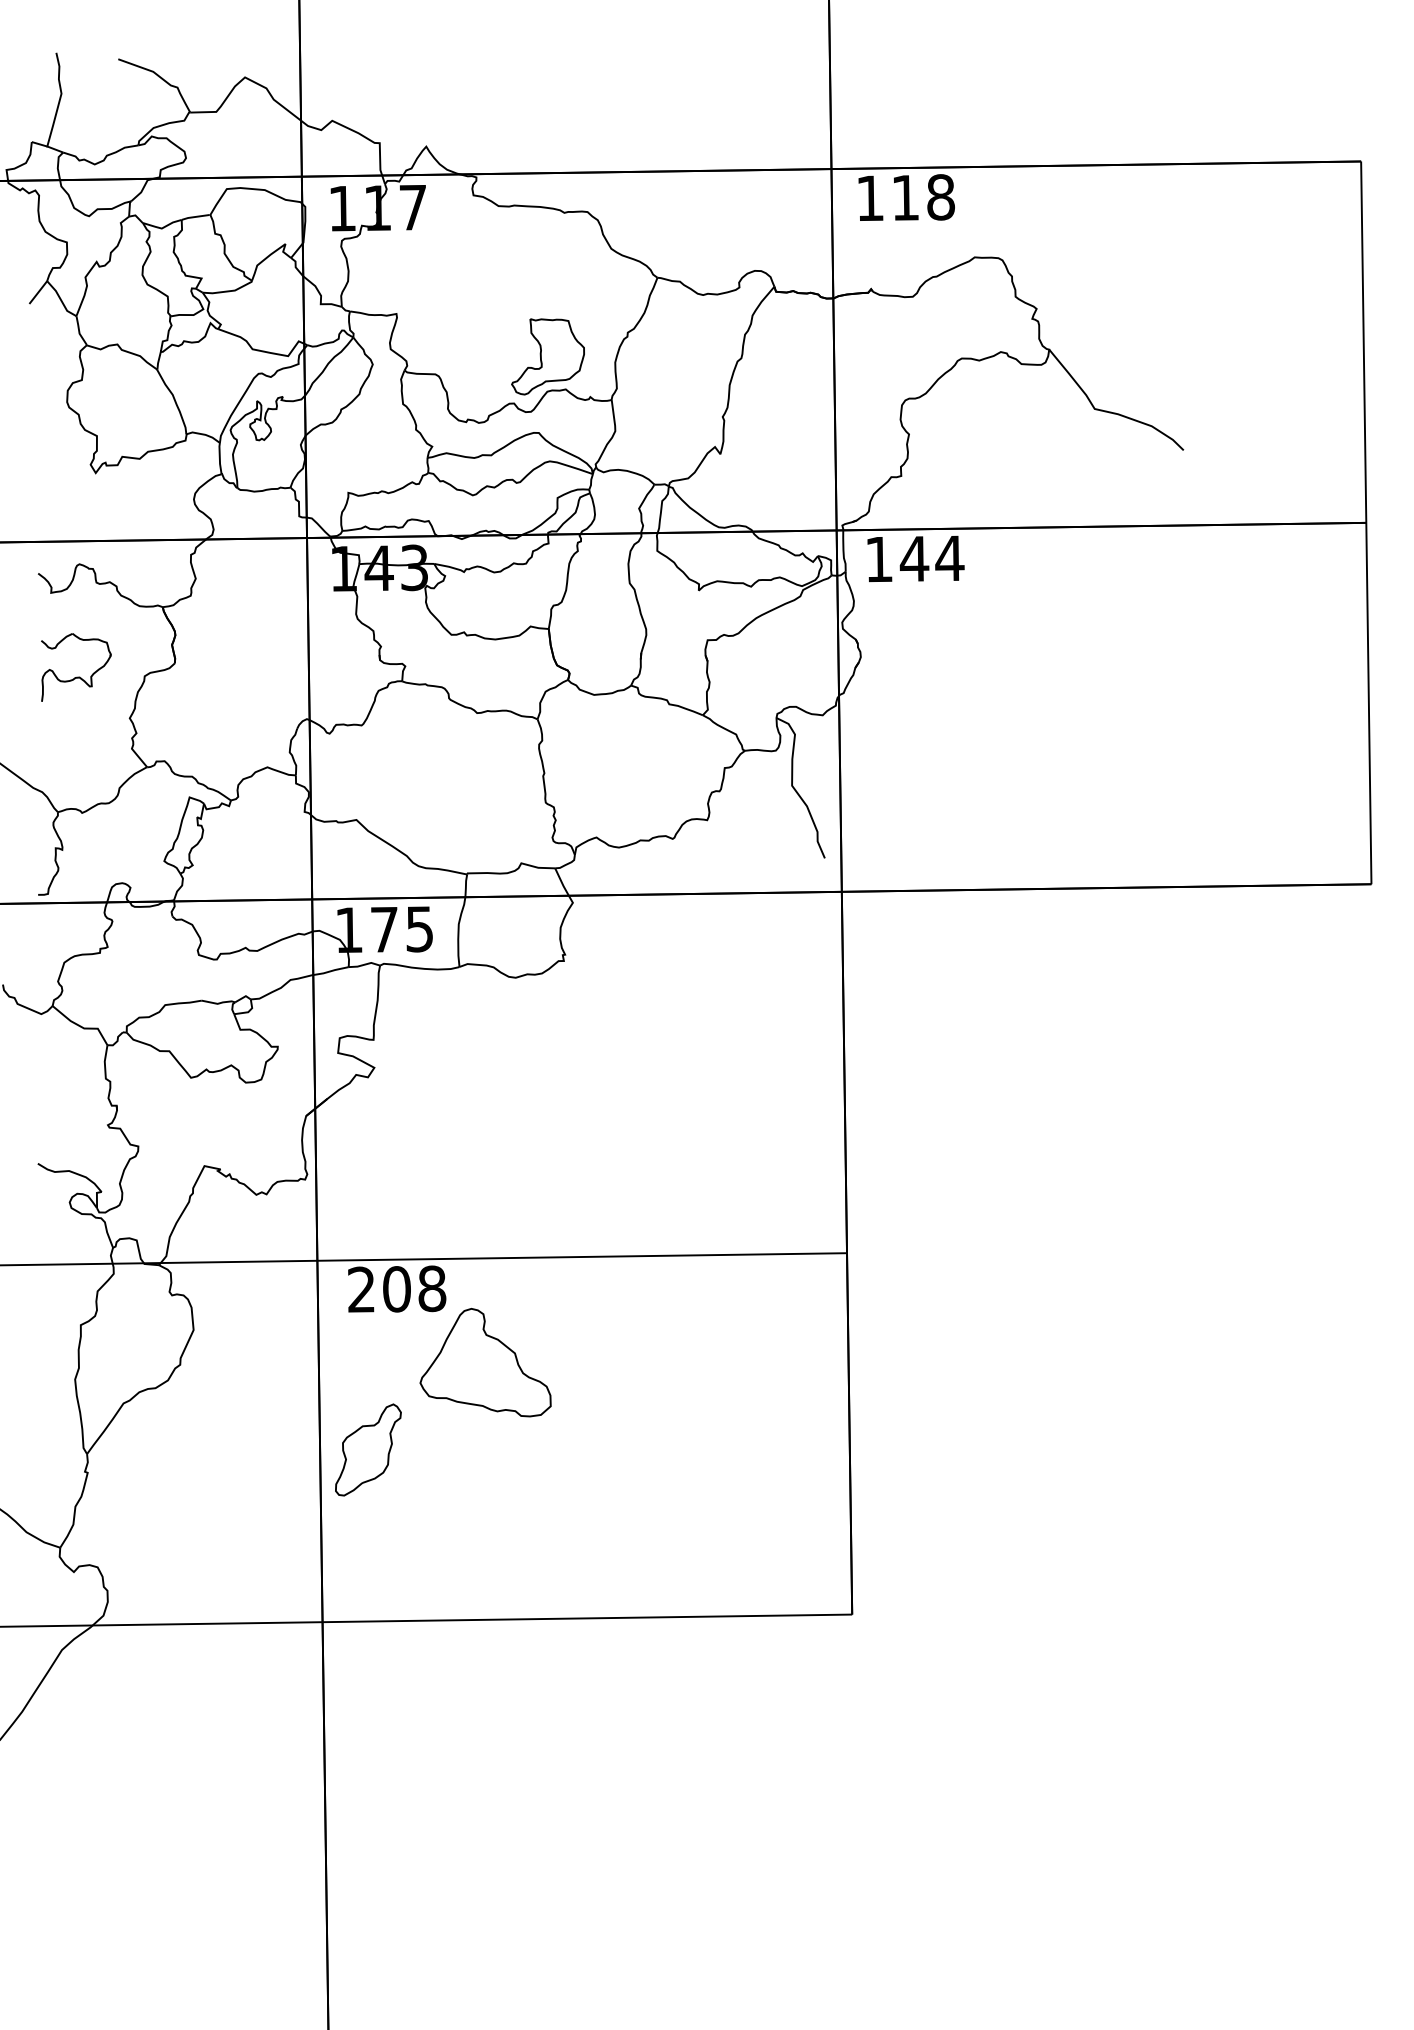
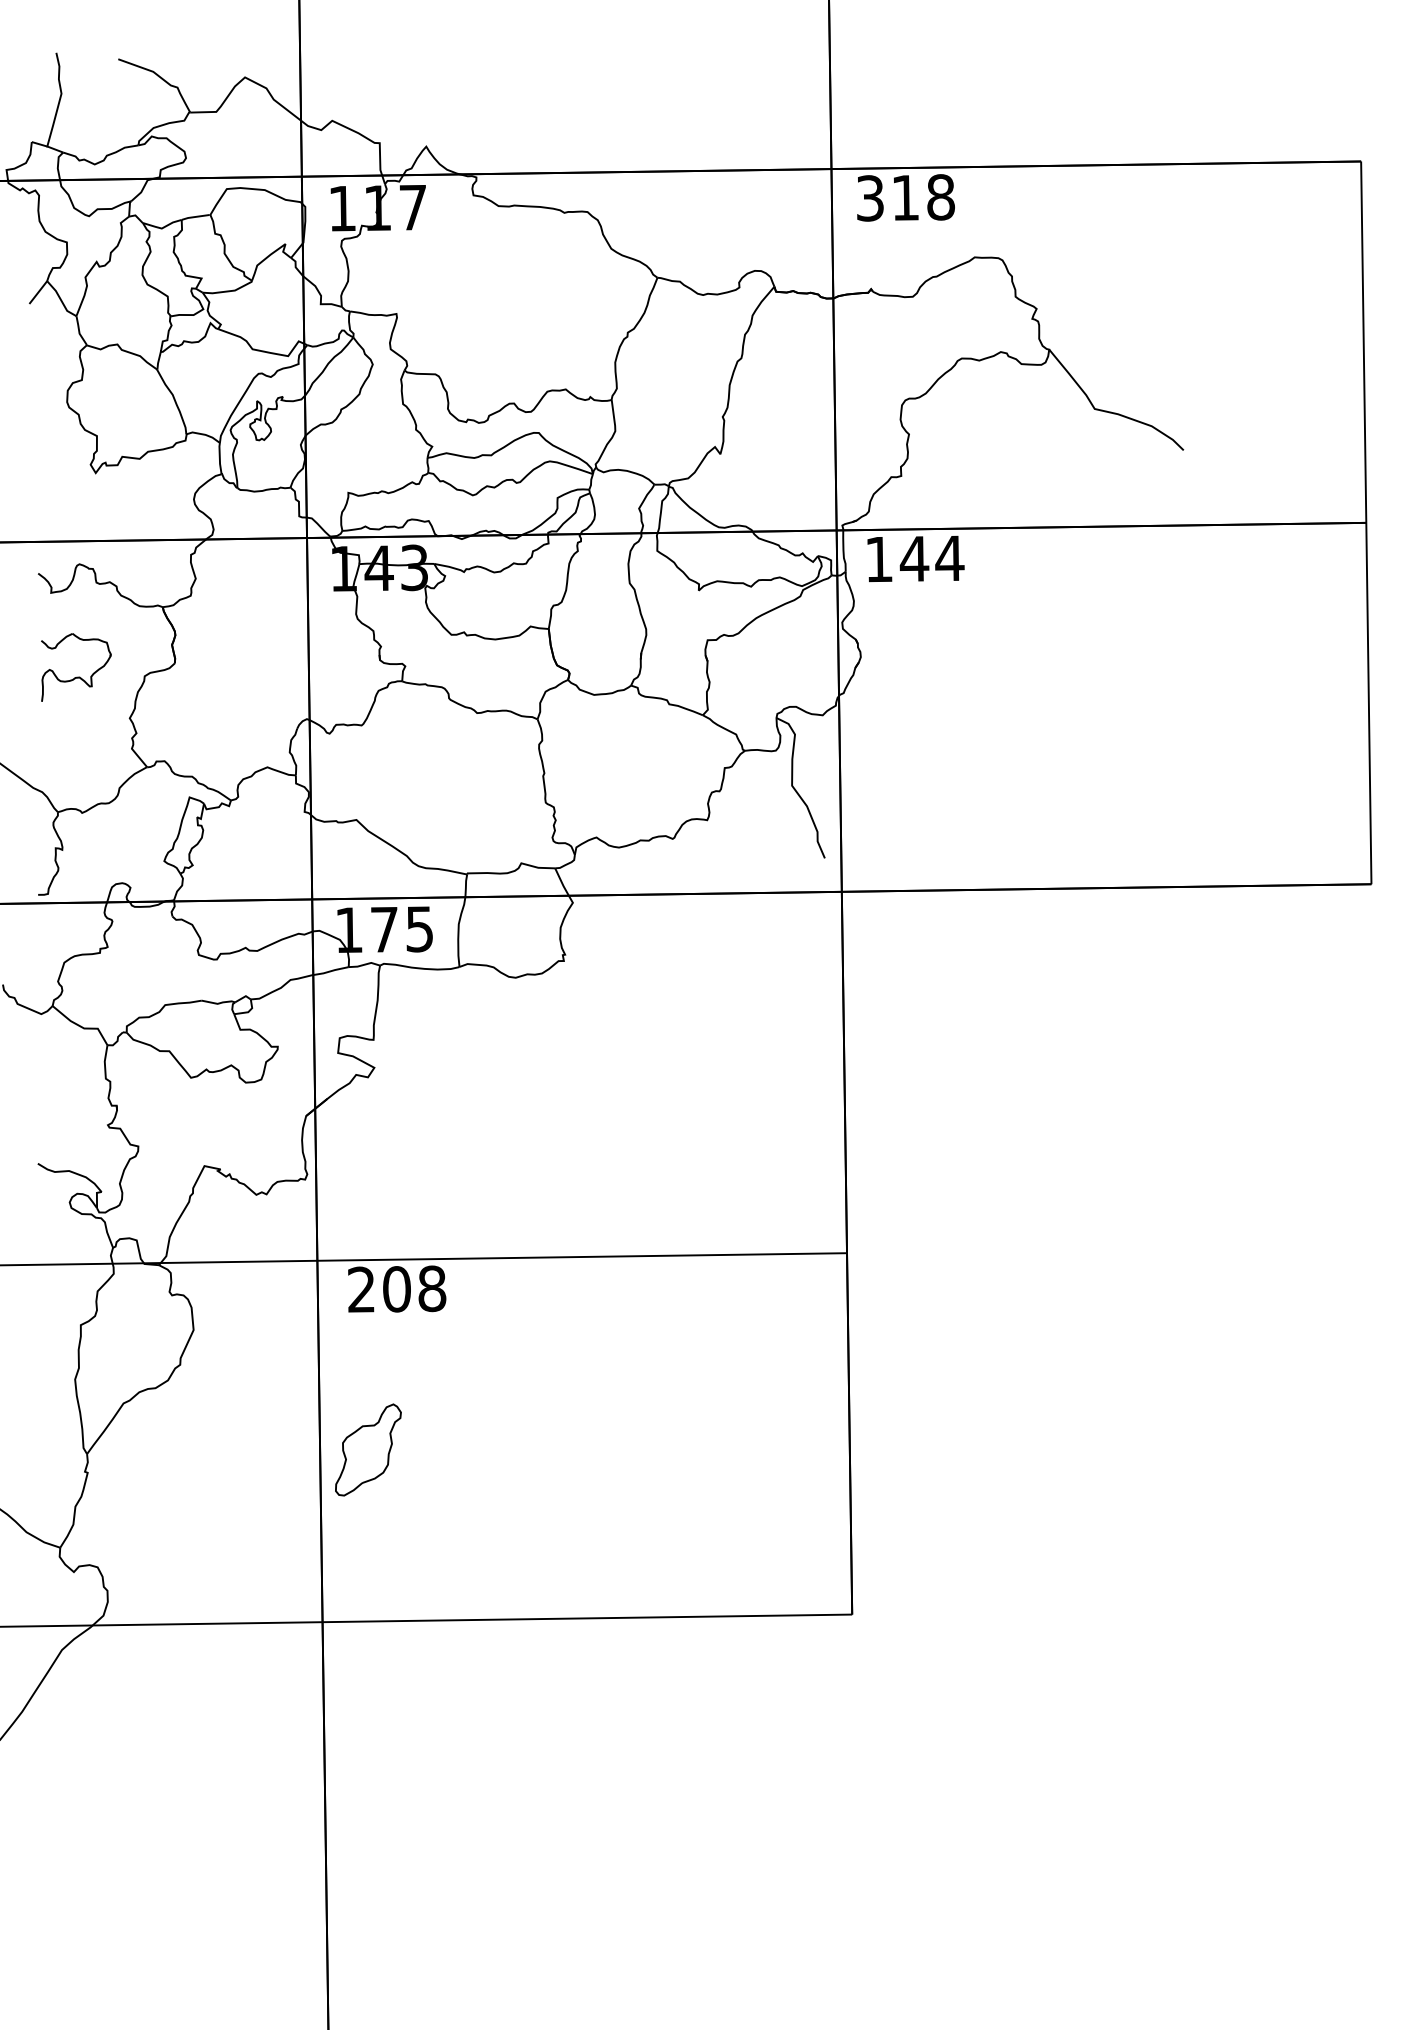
text at (870, 198): 118 -> 318
part at (547, 356): present -> none
part at (485, 1362): present -> none
